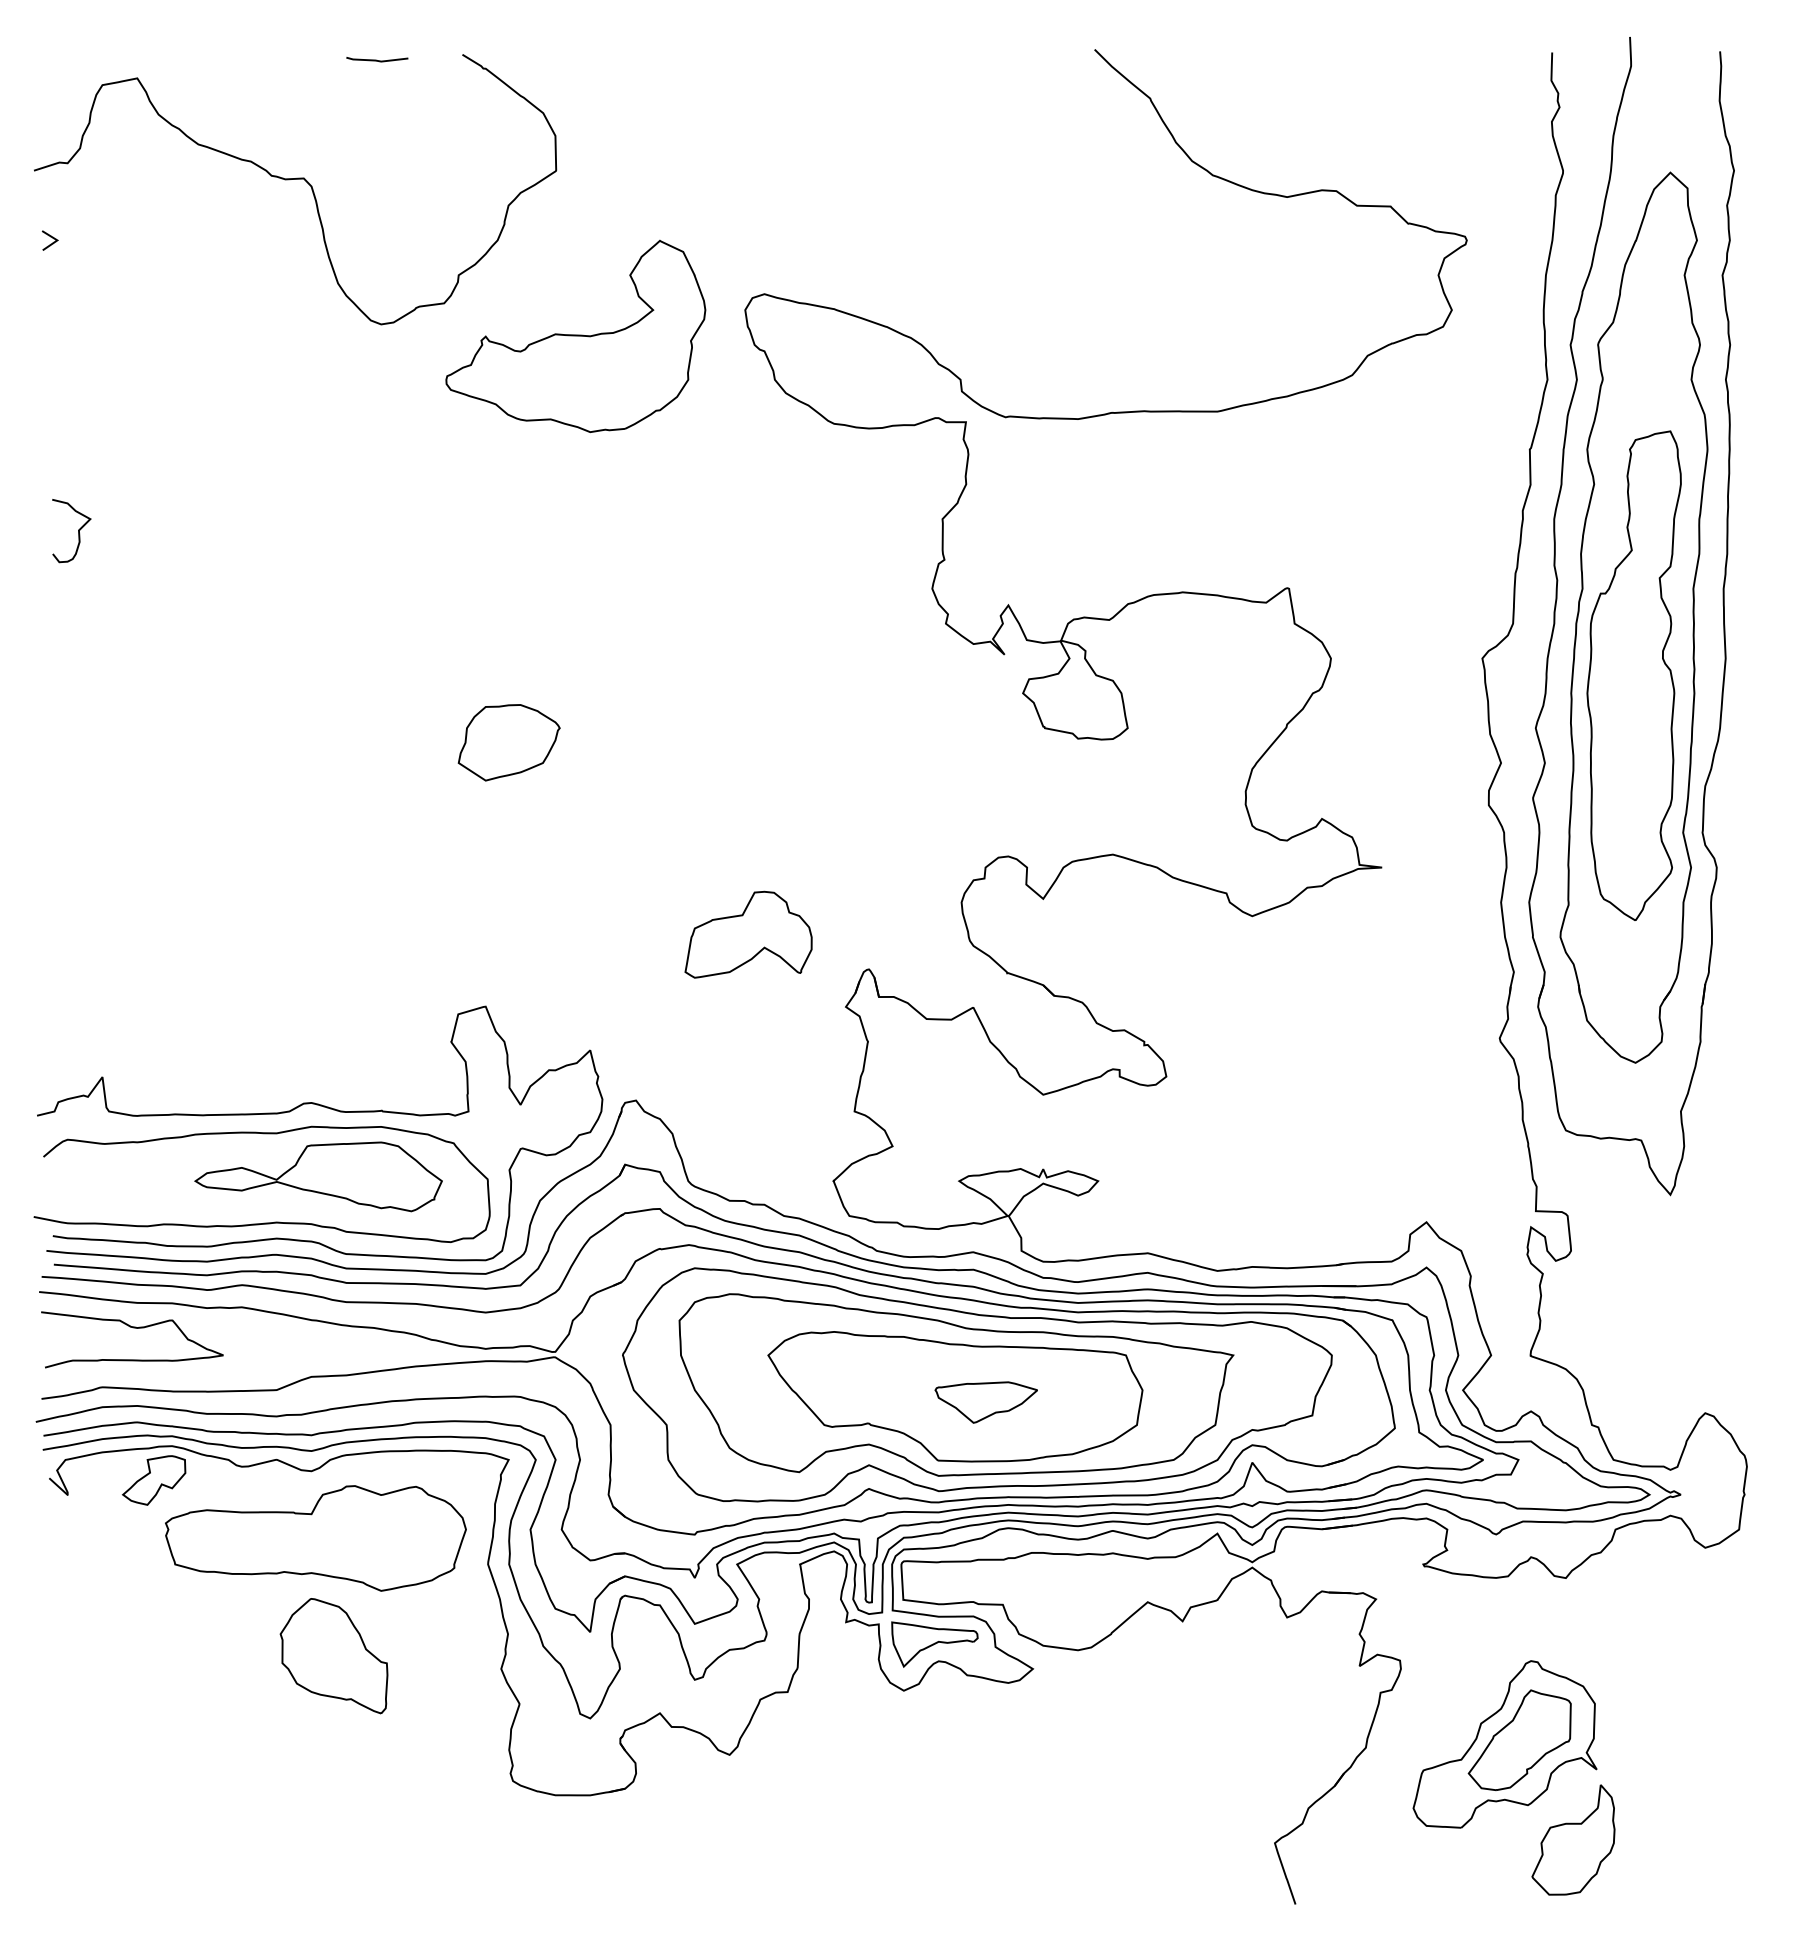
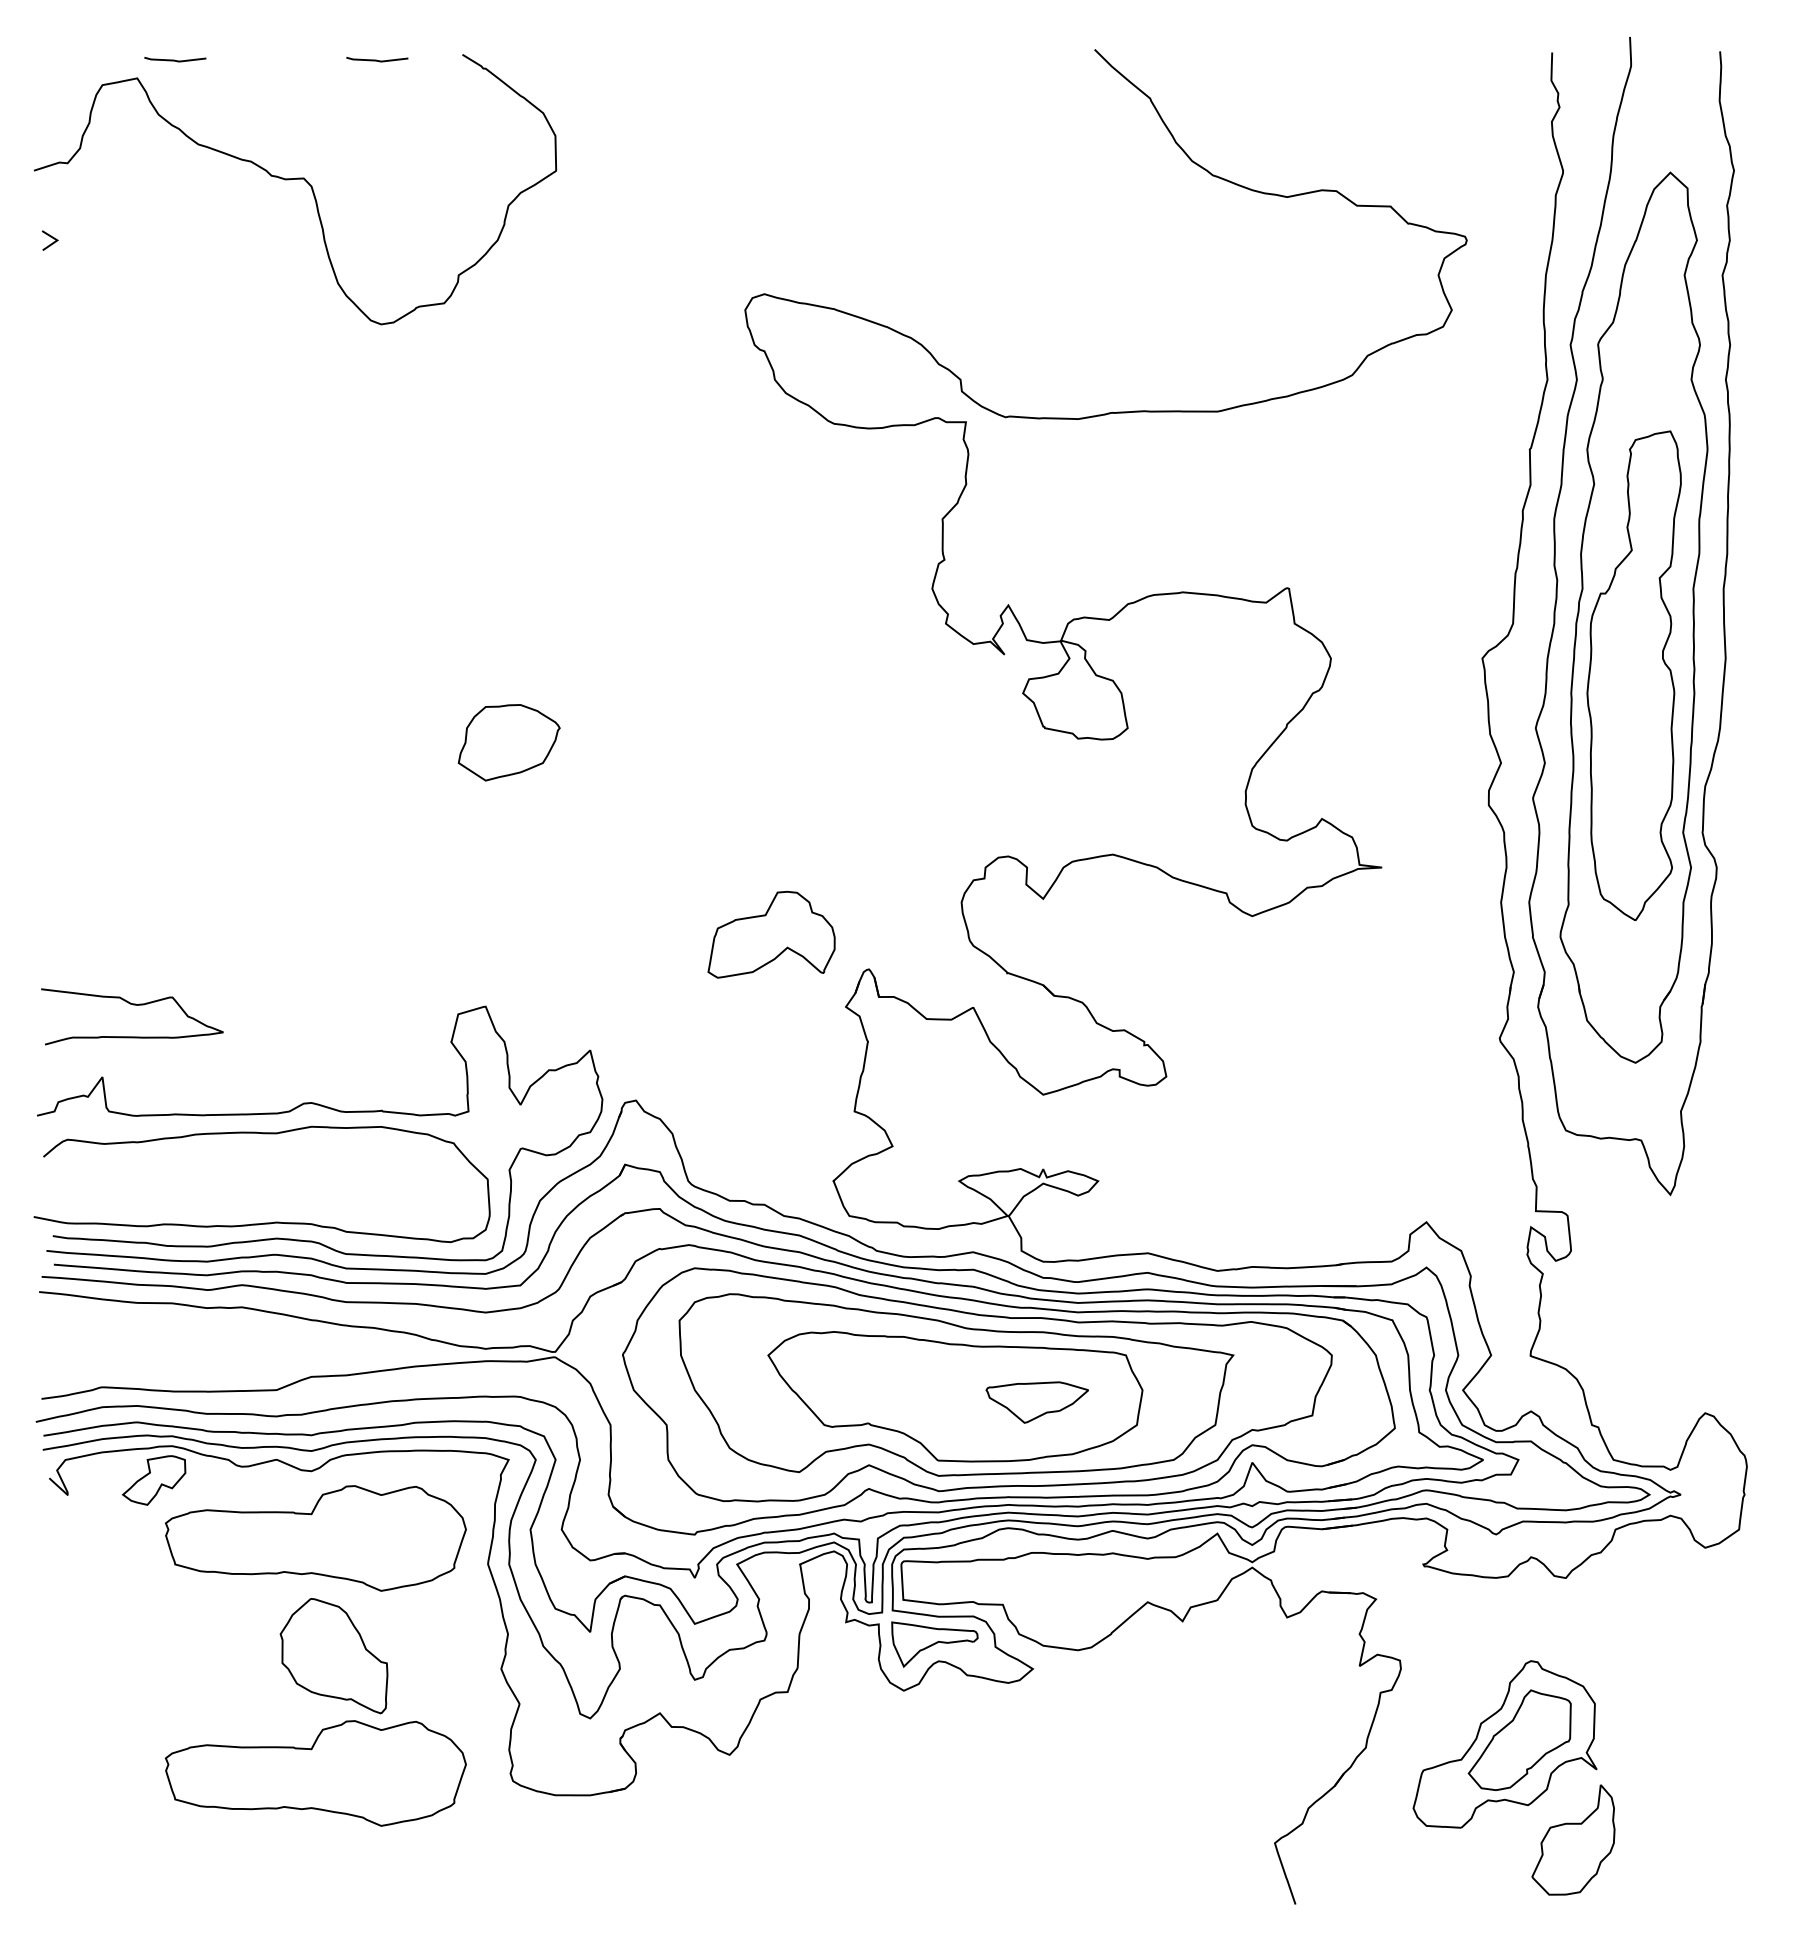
curve at (174, 59): none -> present
part at (575, 335): present -> none
curve at (78, 531): present -> none
part at (748, 934) position: (748, 934) -> (771, 934)
part at (318, 1176): present -> none
curve at (133, 1328) position: (133, 1328) -> (133, 1005)
part at (985, 1402) position: (985, 1402) -> (1036, 1402)
part at (315, 1773): none -> present
